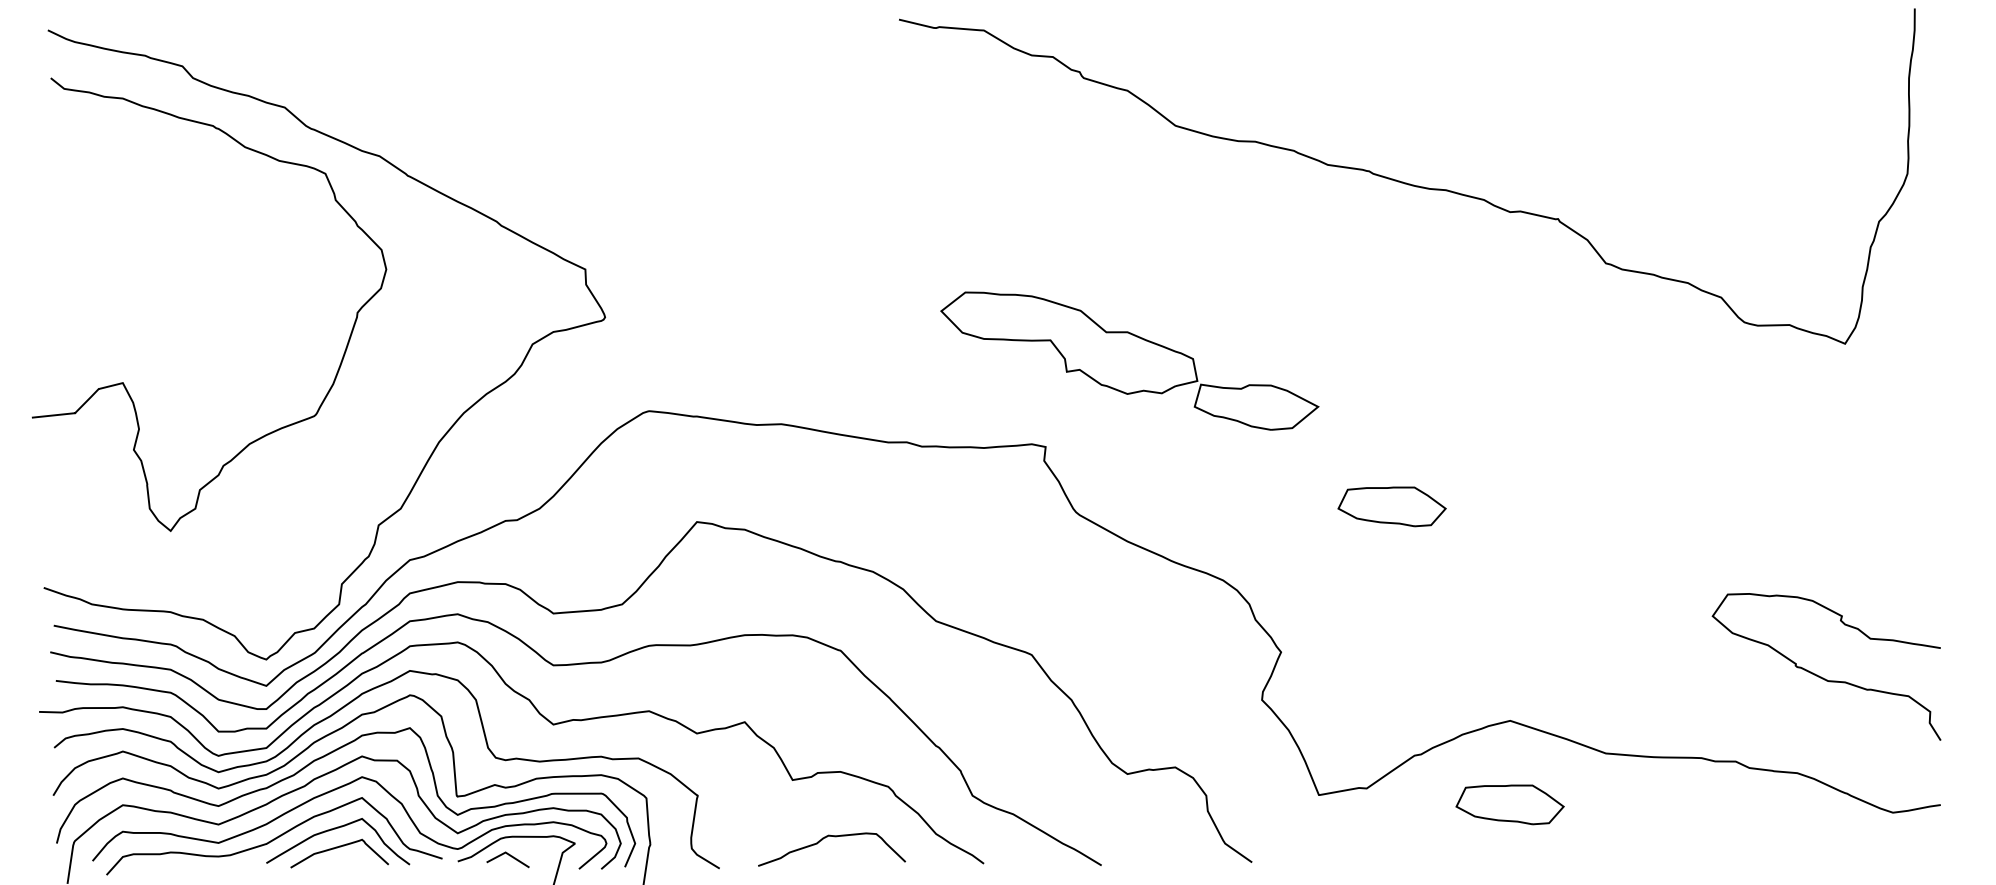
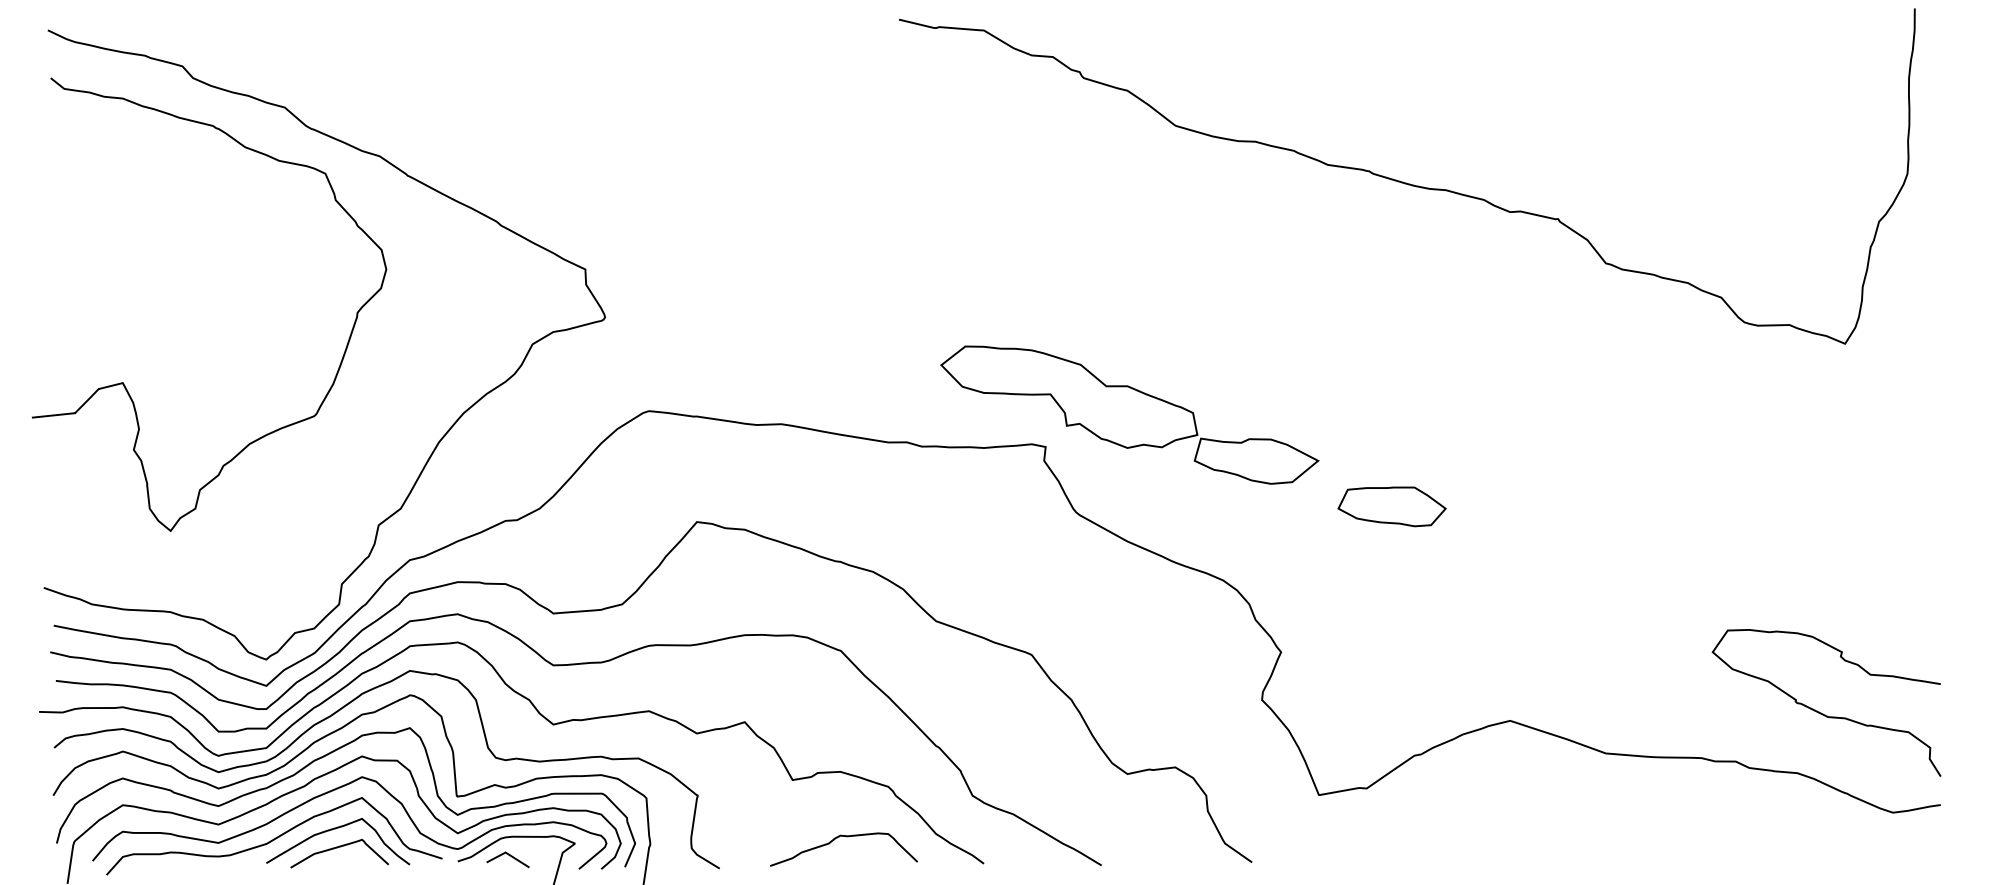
part at (1129, 360) position: (1129, 360) -> (1129, 414)
curve at (1821, 676) position: (1821, 676) -> (1821, 712)
part at (1509, 804): present -> none
curve at (834, 837) position: (834, 837) -> (846, 837)
